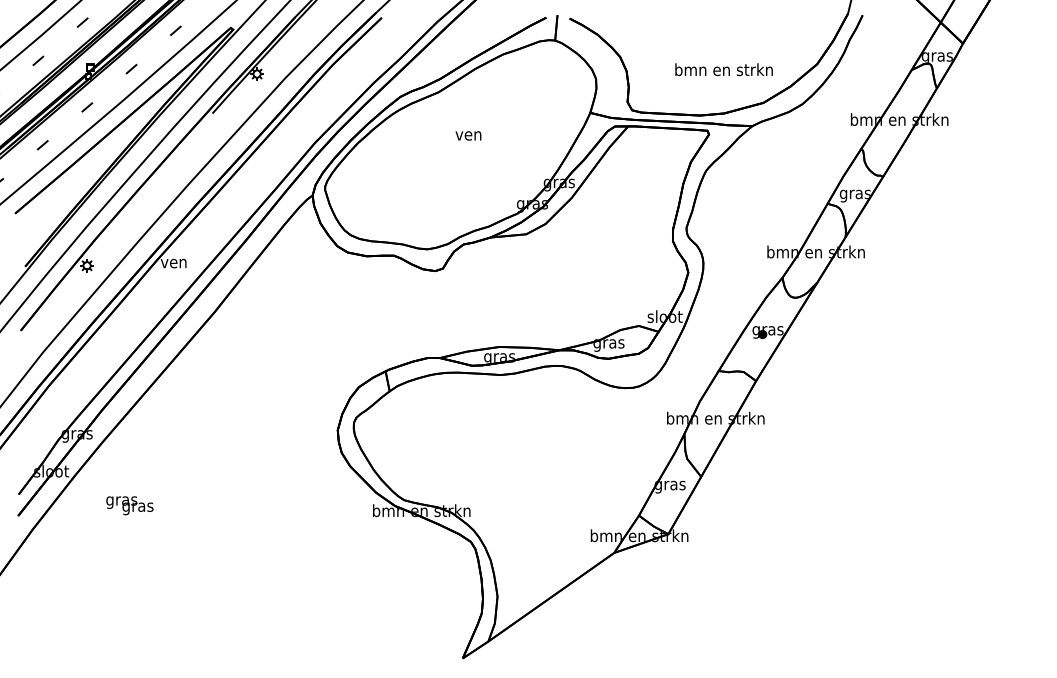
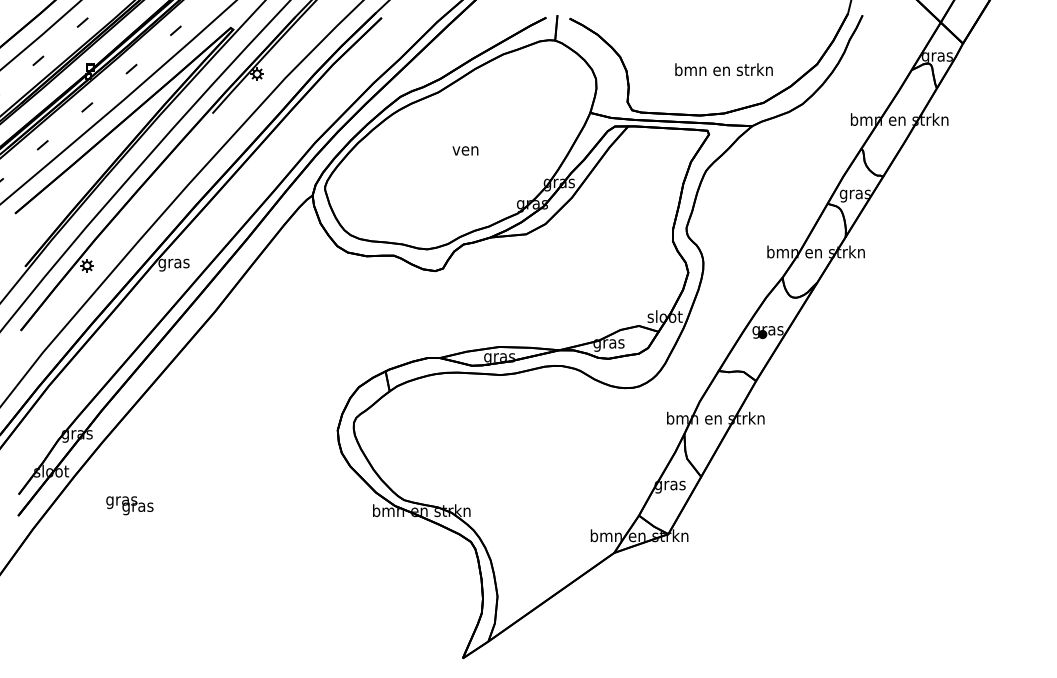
text at (468, 135) position: (468, 135) -> (465, 150)
text at (173, 264): ven -> gras
